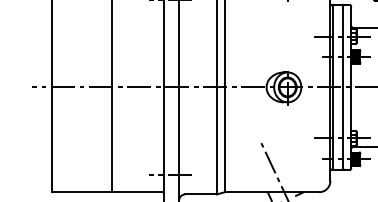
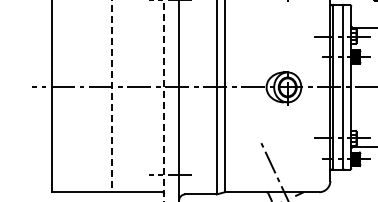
line at (111, 96): solid -> dashed
line at (164, 101): solid -> dashed
